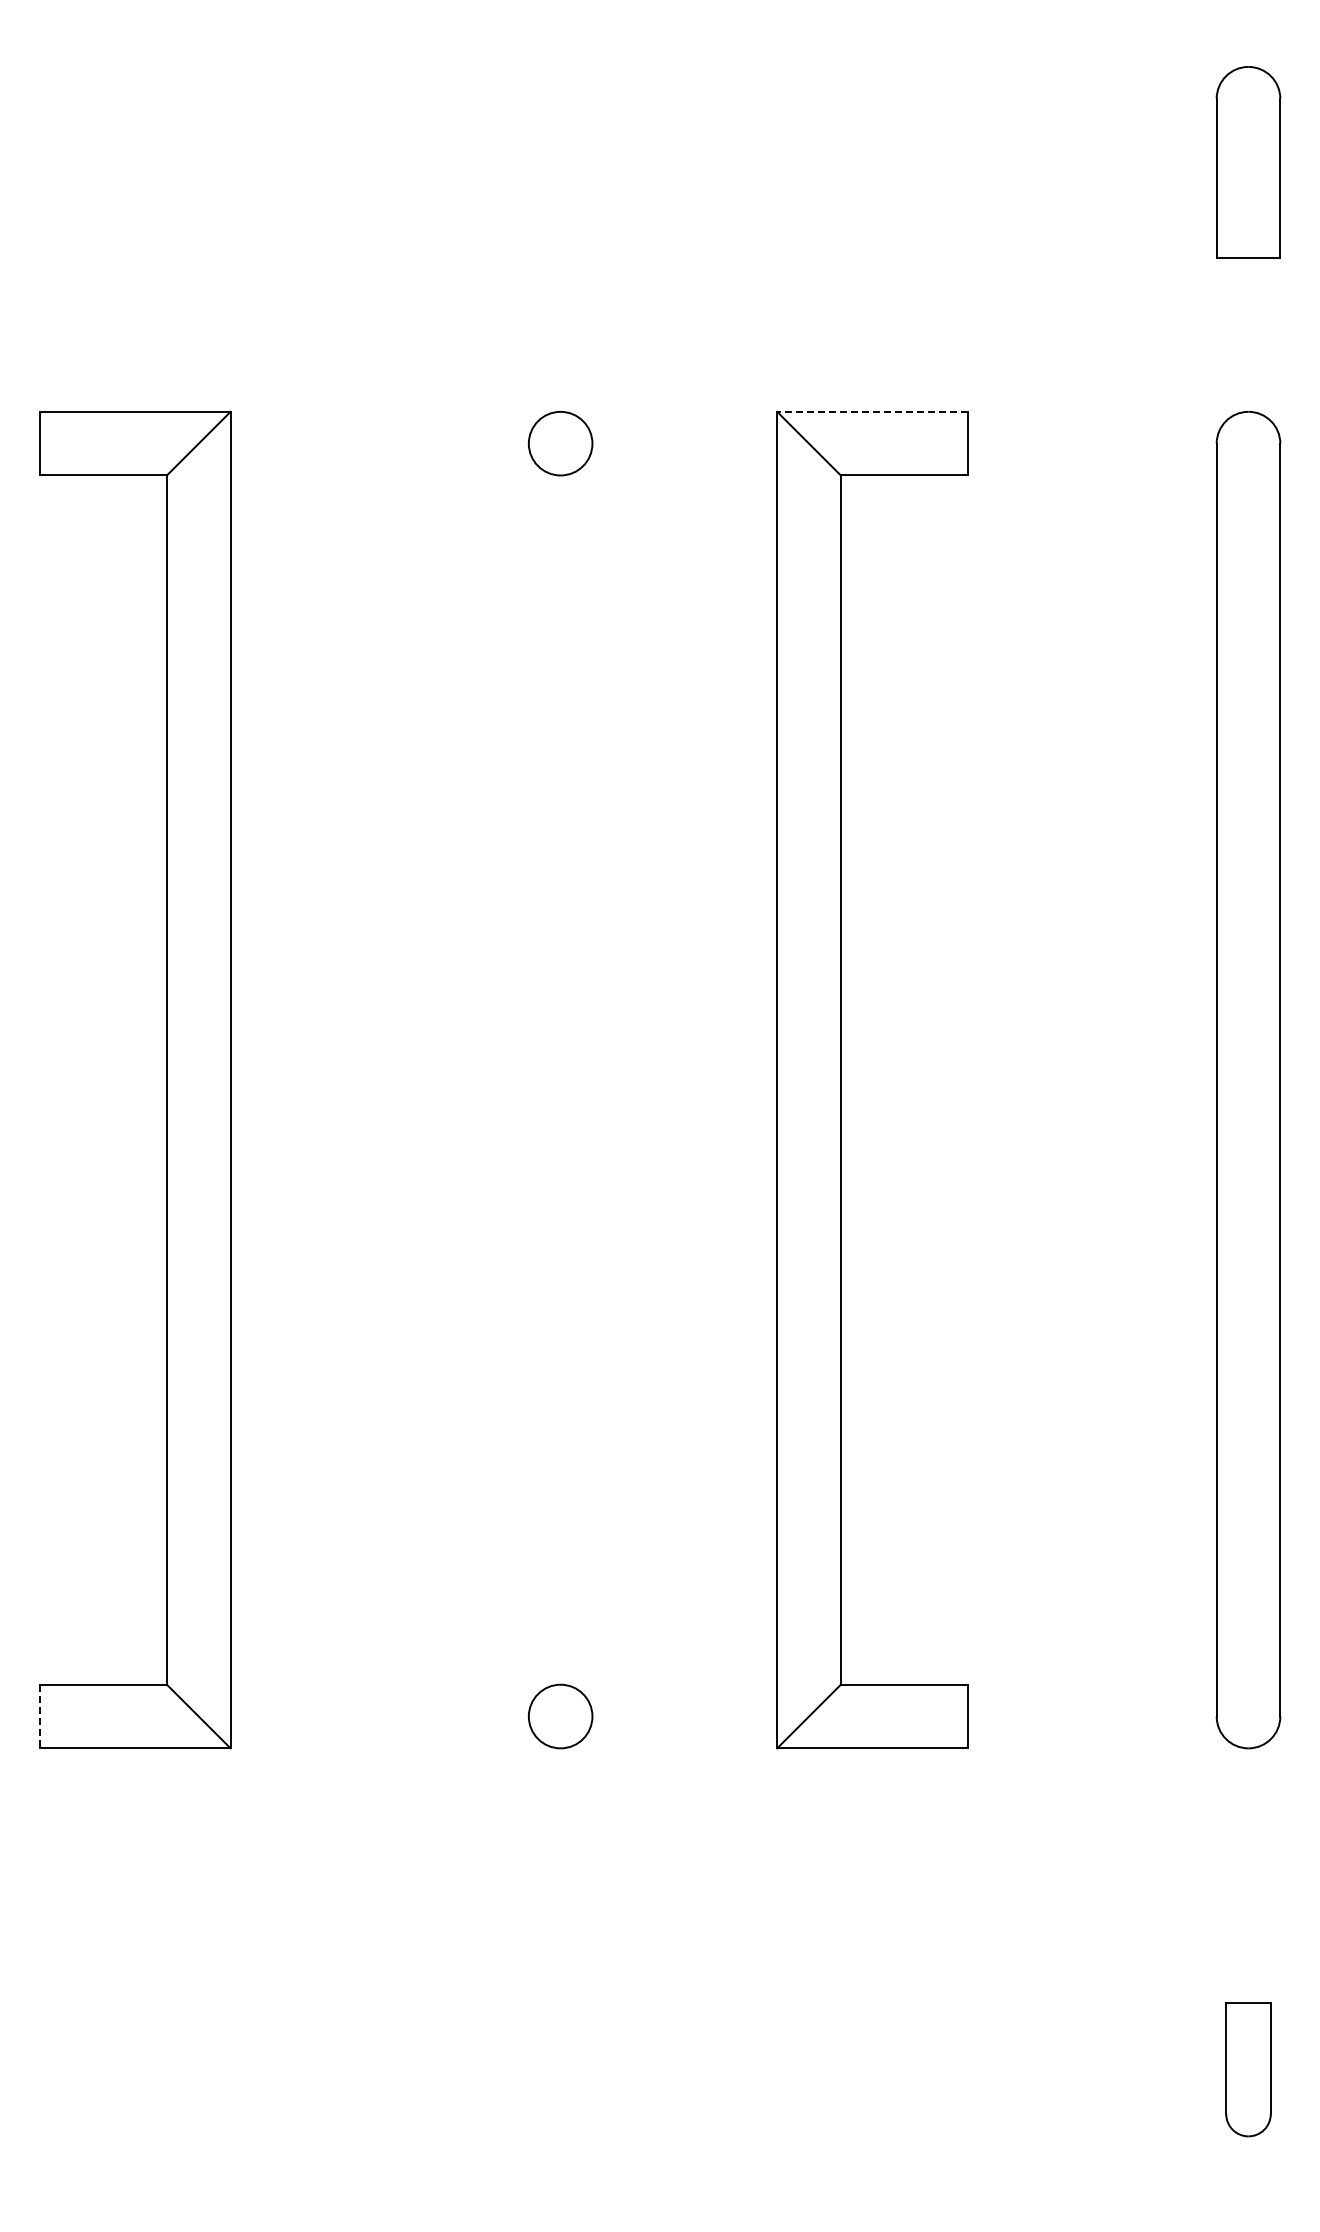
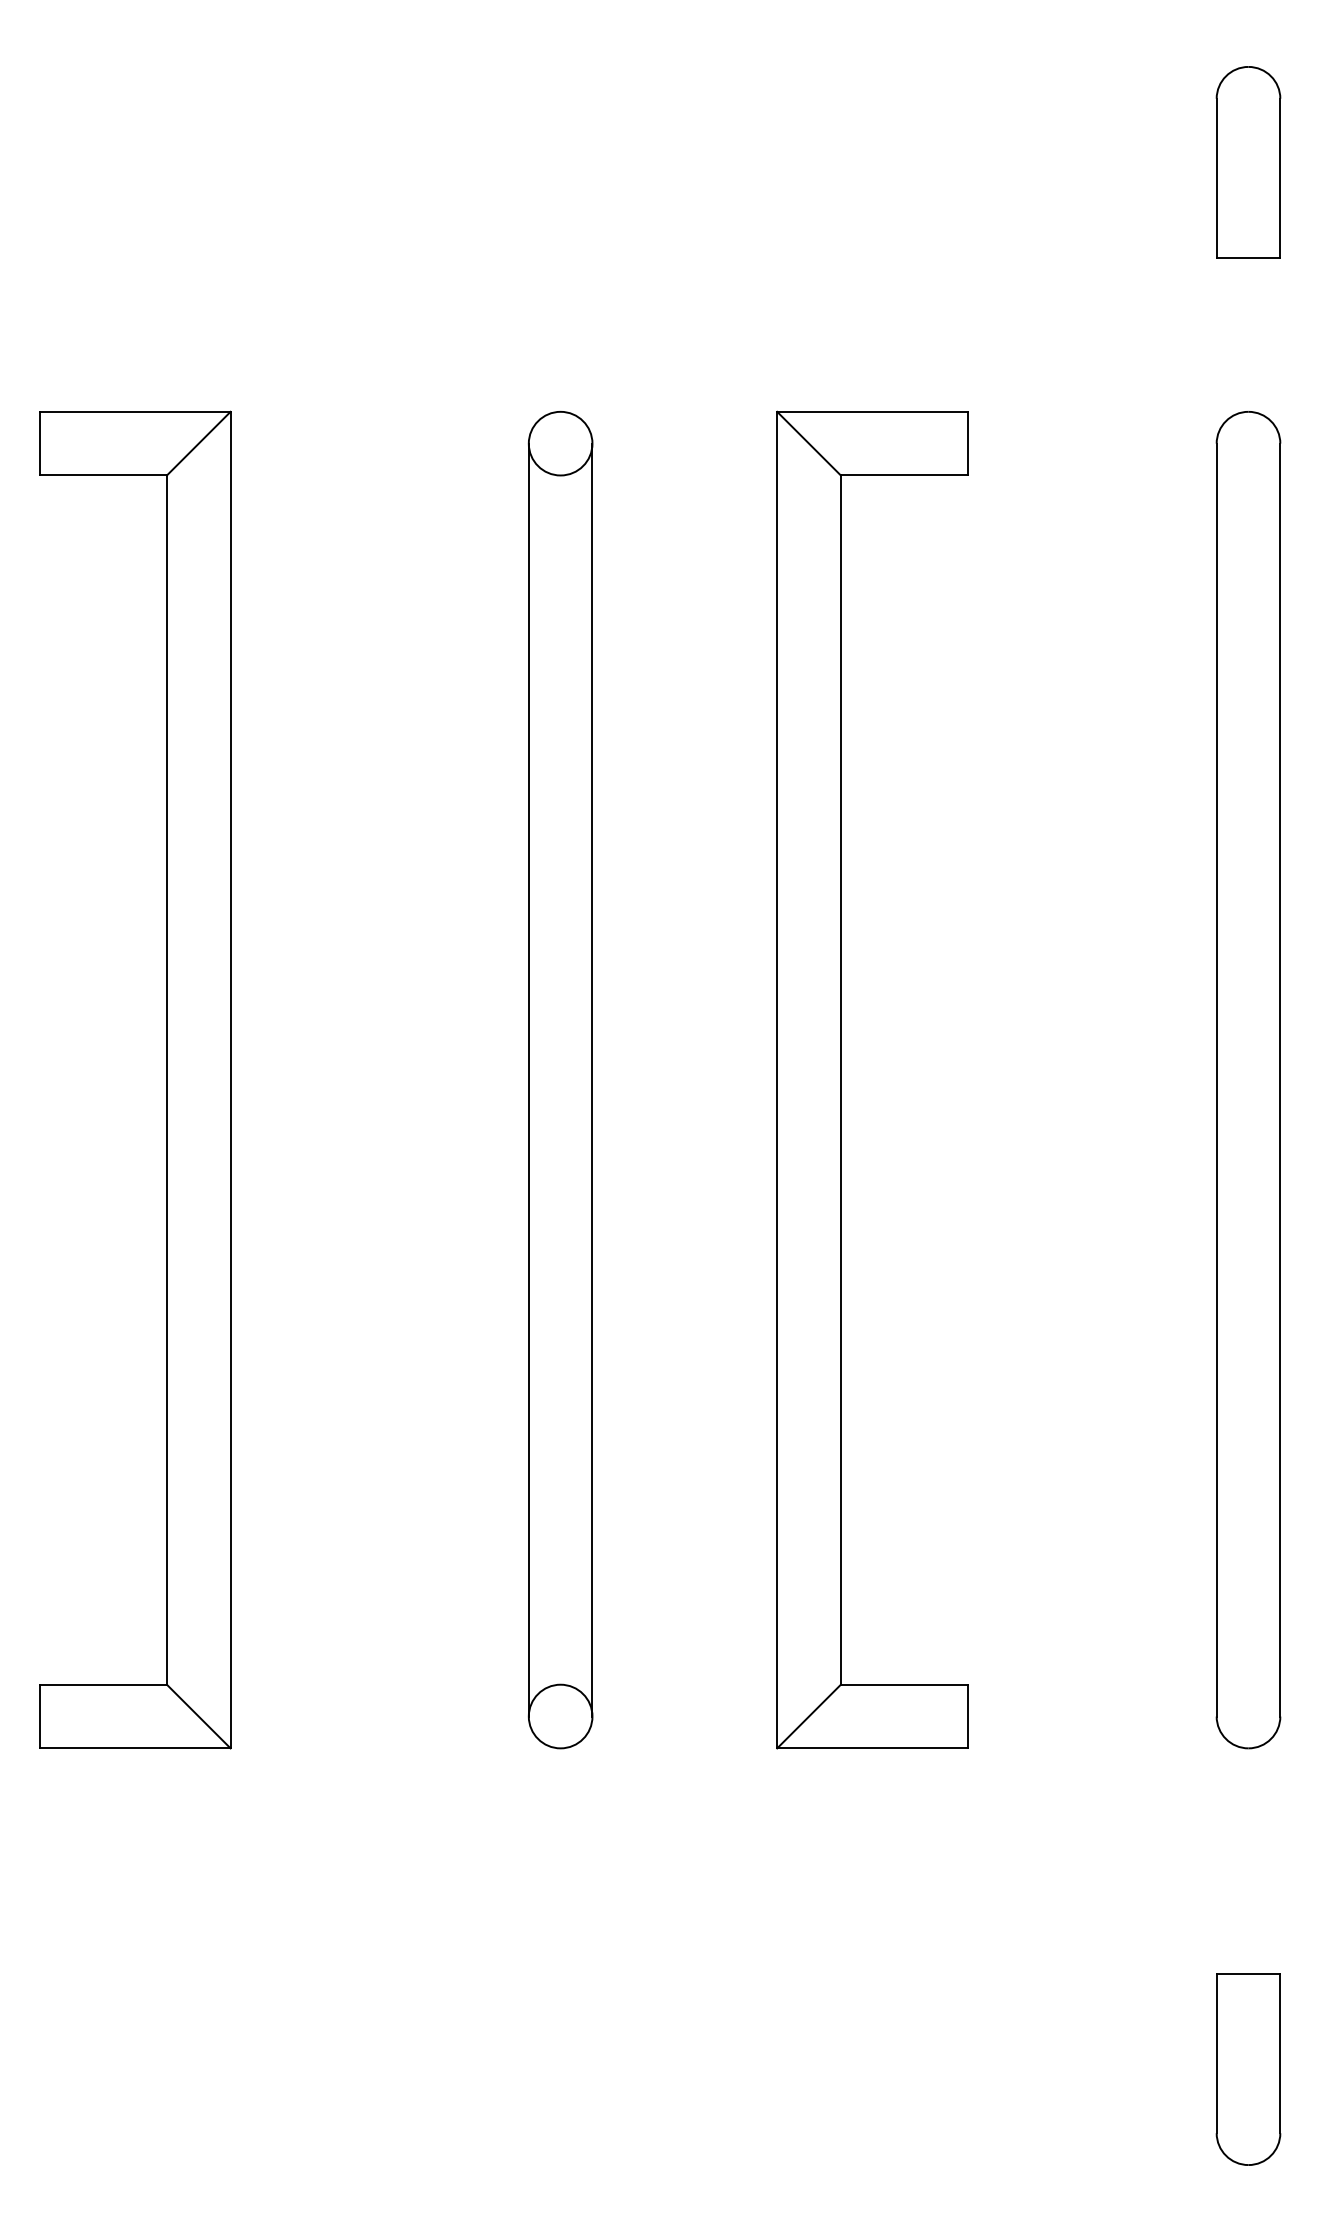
line at (872, 411): dashed -> solid
line at (528, 1079): none -> present
line at (592, 1079): none -> present
line at (39, 1716): dashed -> solid
part at (1248, 2069) size: 47x136 px -> 67x193 px
